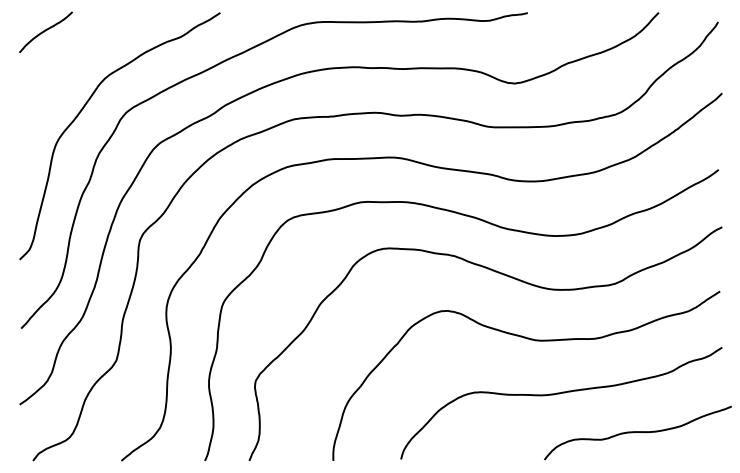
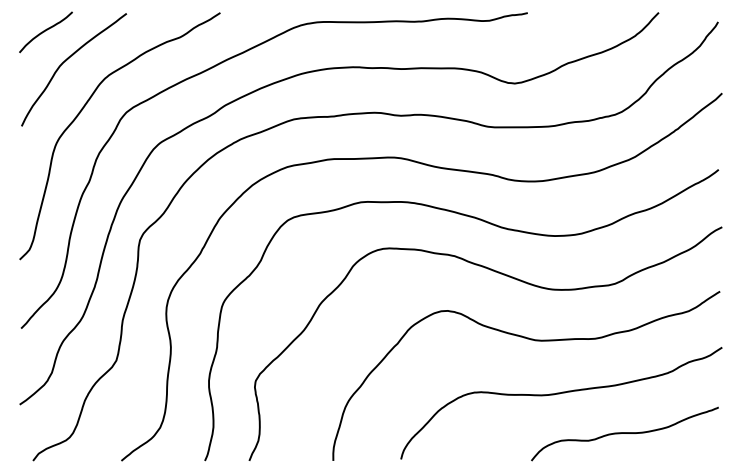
curve at (66, 61): none -> present
curve at (637, 432) position: (637, 432) -> (624, 433)
